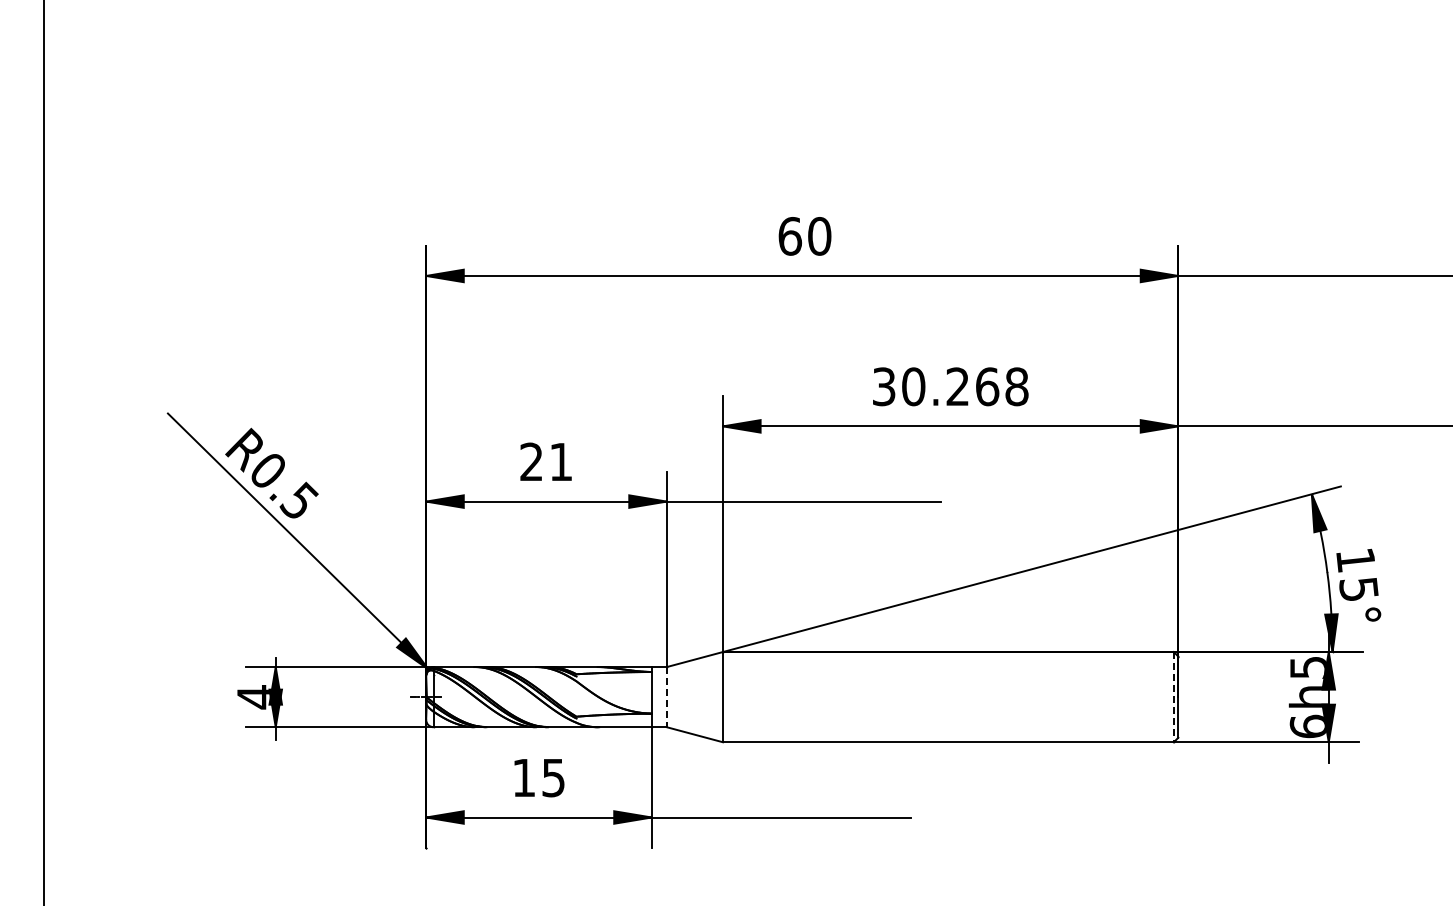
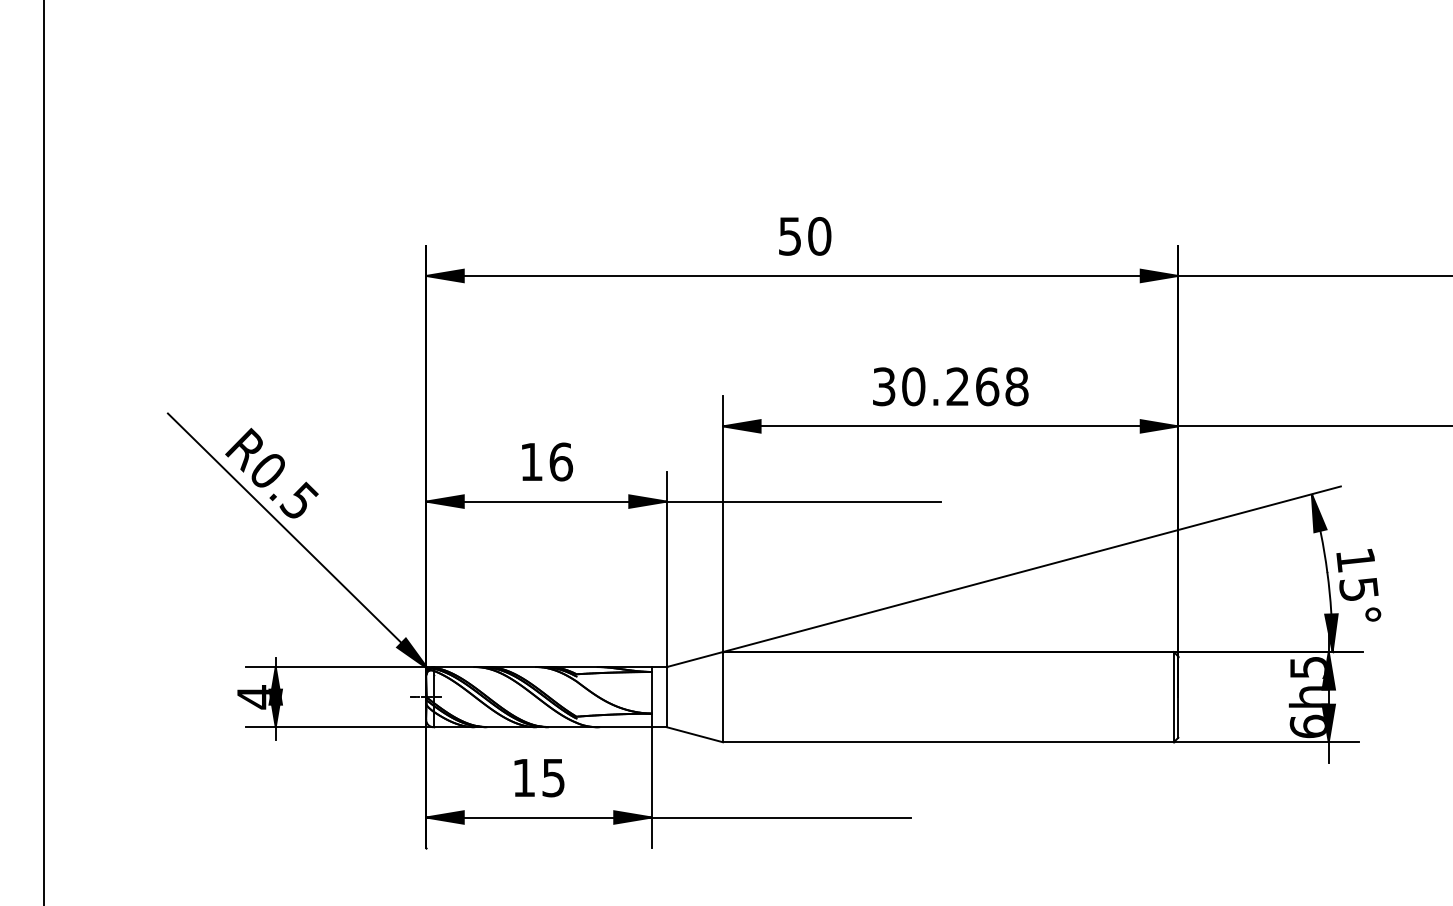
text at (790, 236): 60 -> 50
text at (546, 461): 21 -> 16
line at (666, 697): dashed -> solid
line at (1173, 697): dashed -> solid
